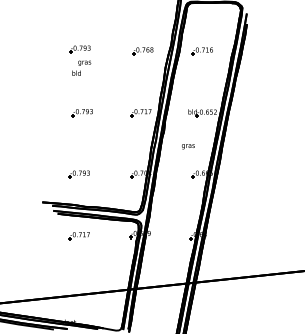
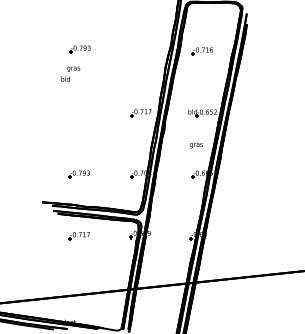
part at (142, 51): present -> none
text at (81, 67) position: (81, 67) -> (70, 73)
part at (81, 113): present -> none
text at (188, 146) position: (188, 146) -> (196, 145)
